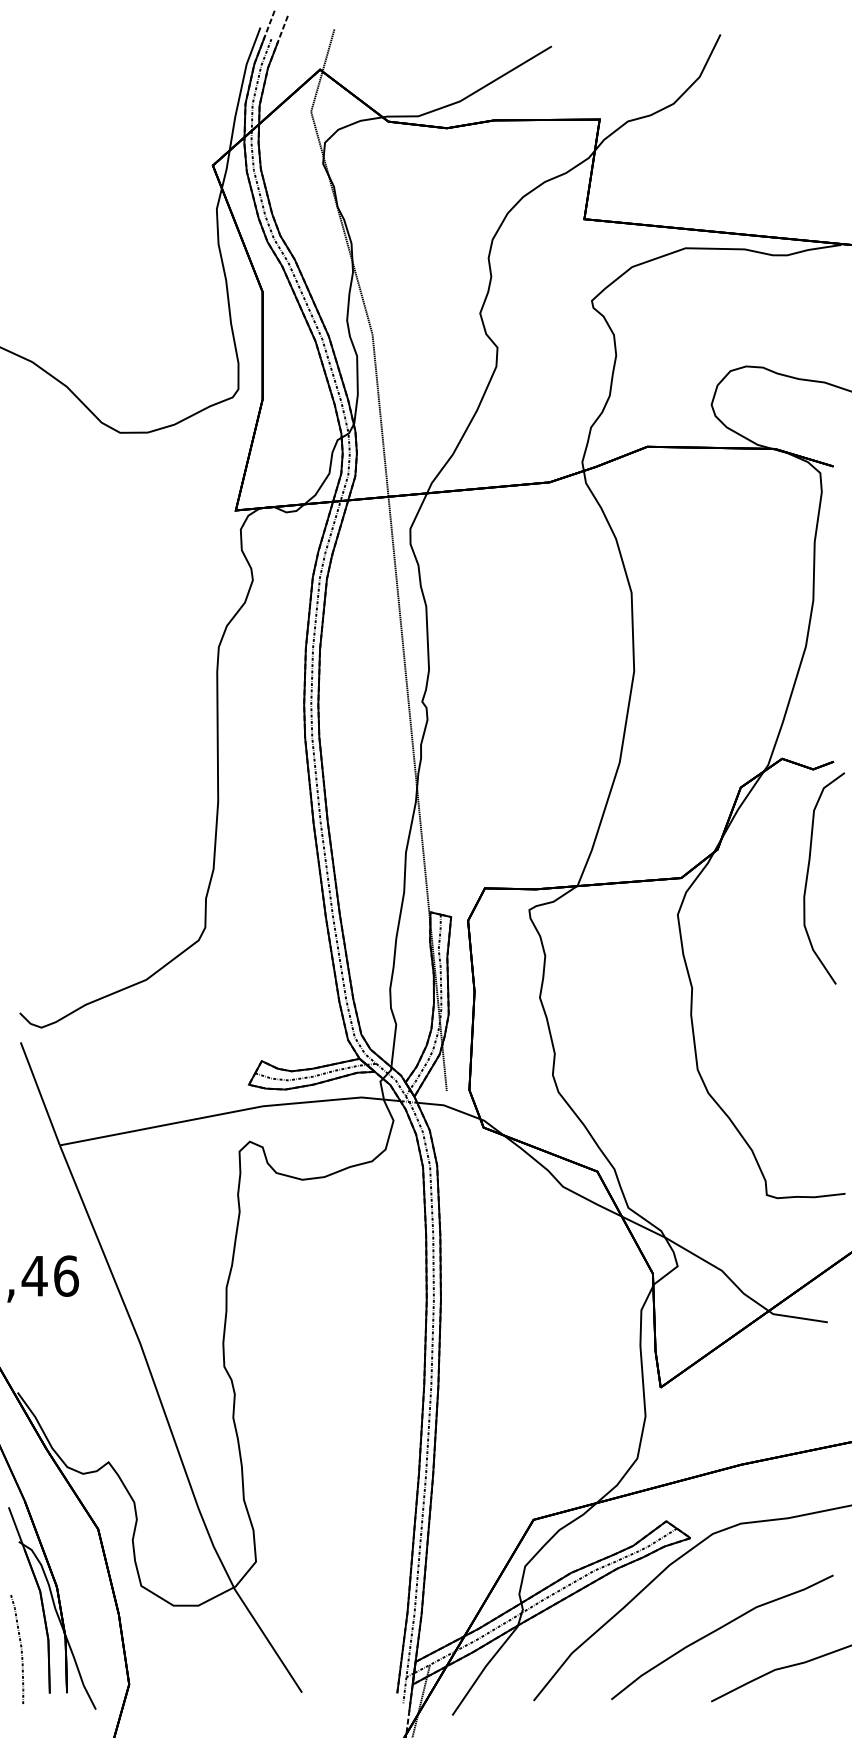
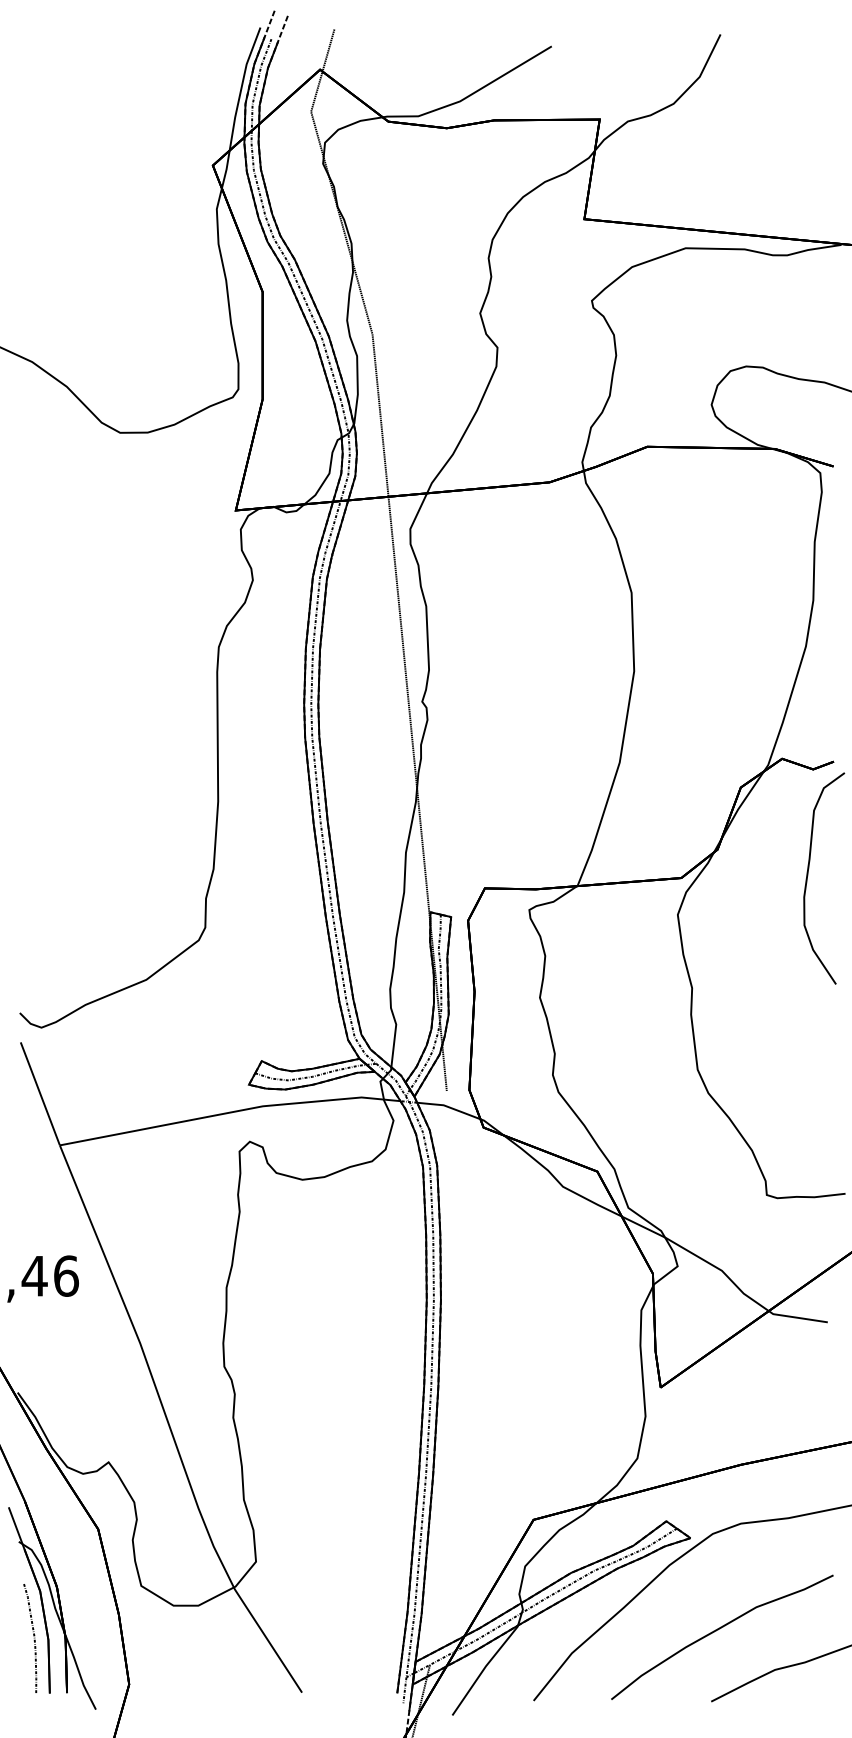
curve at (20, 1649) position: (20, 1649) -> (33, 1638)
